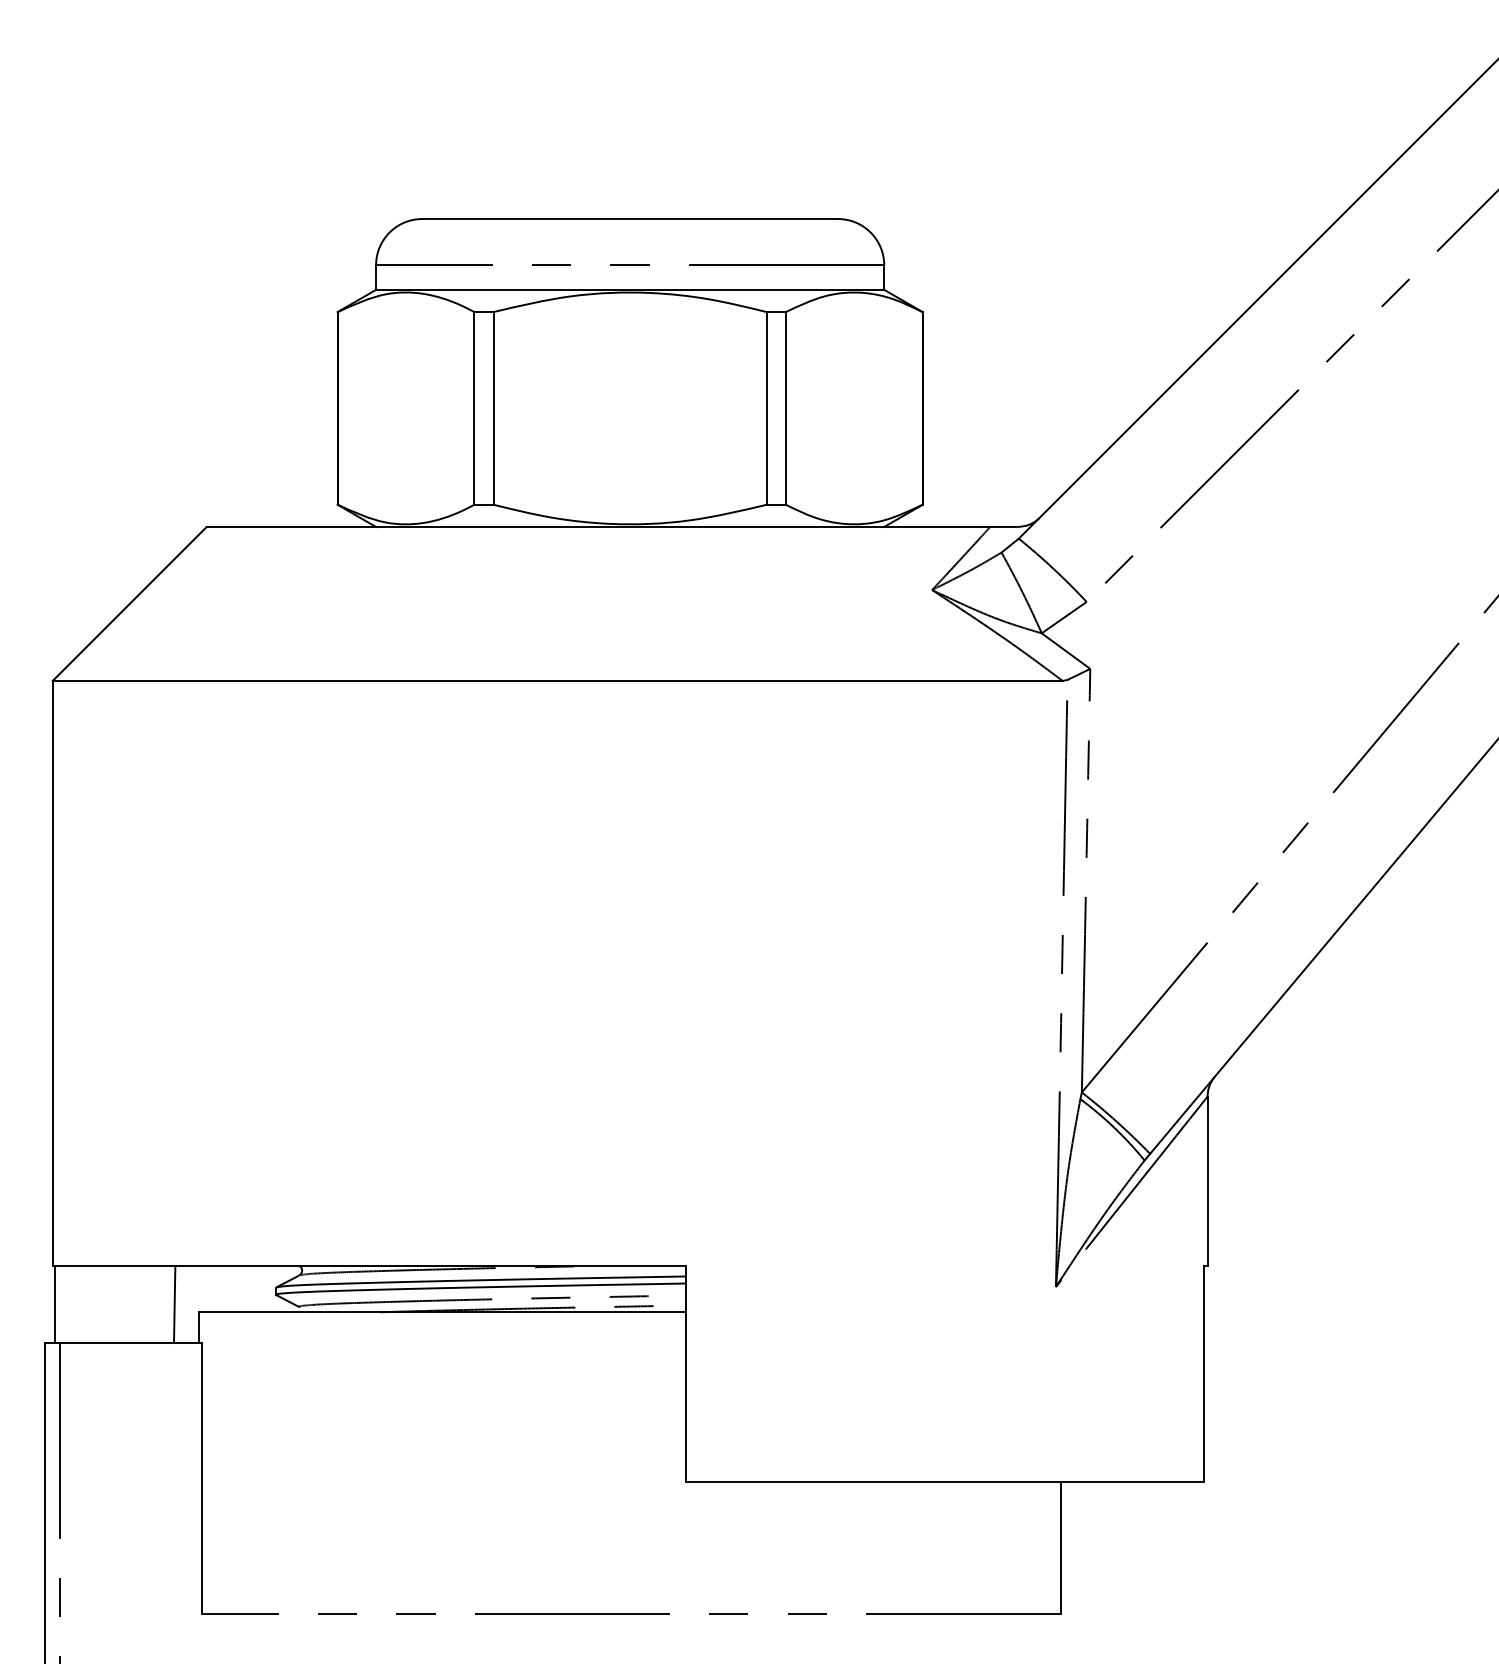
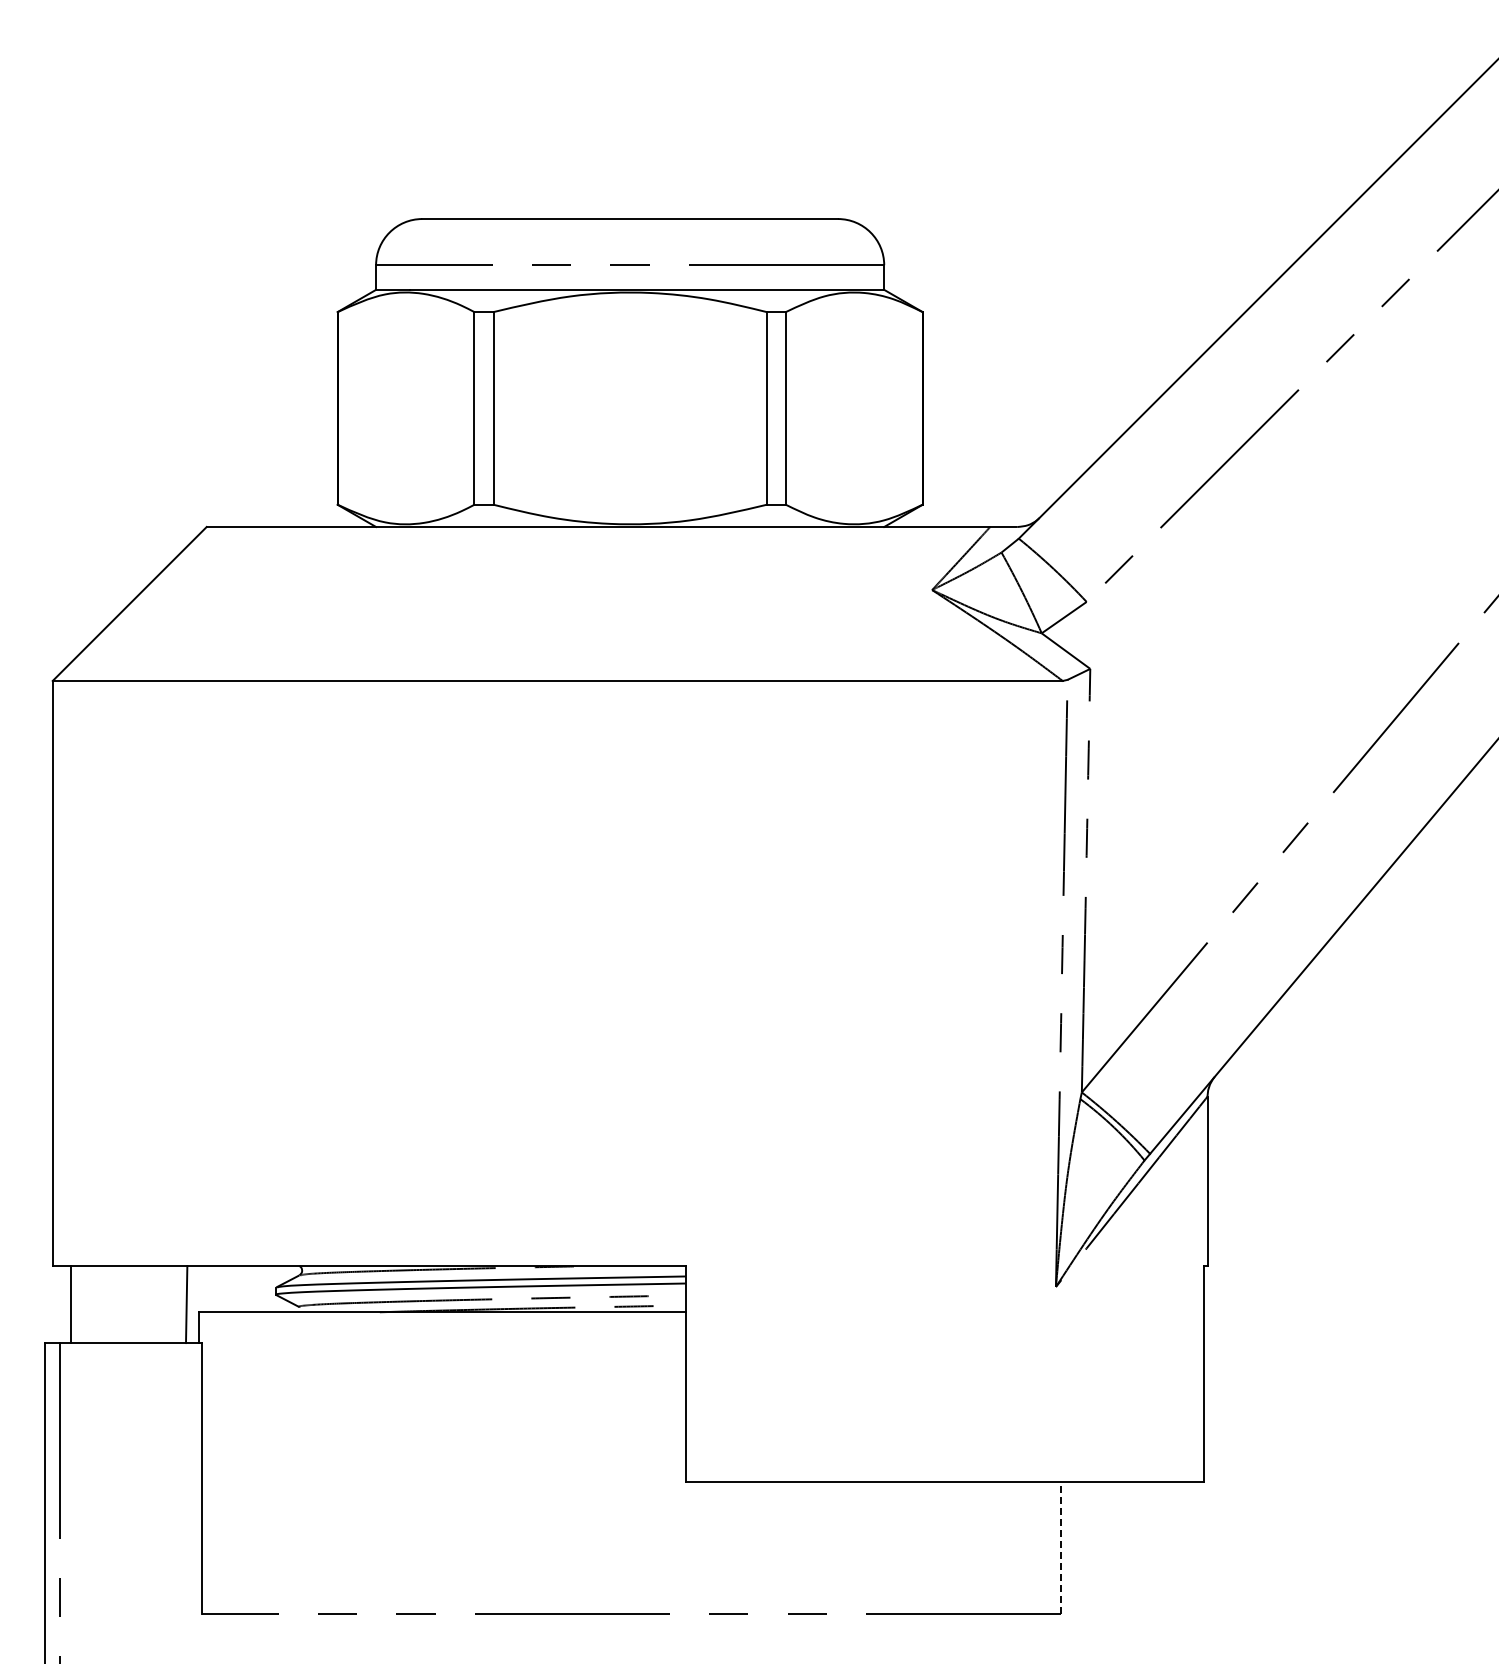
line at (55, 1304) position: (55, 1304) -> (71, 1304)
line at (174, 1304) position: (174, 1304) -> (186, 1304)
line at (1061, 1547): solid -> dashed
